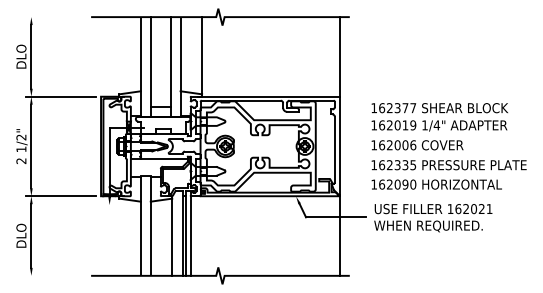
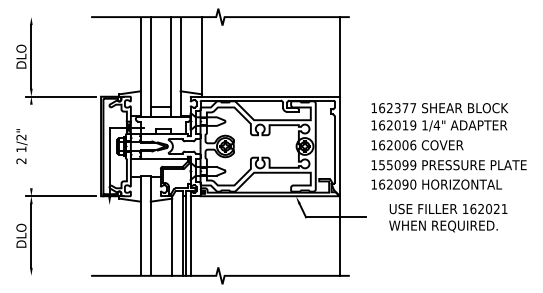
line at (31, 146): present -> none
text at (397, 165): 162335 -> 155099
text at (433, 218) position: (433, 218) -> (448, 218)
